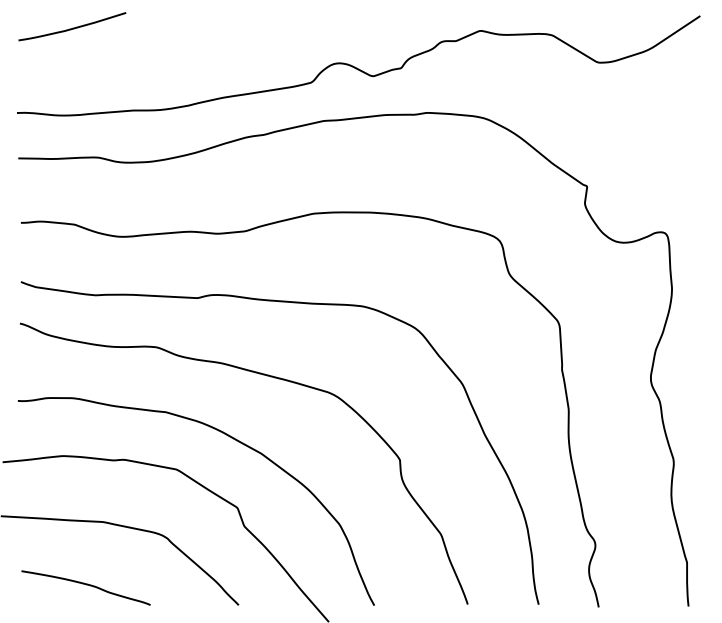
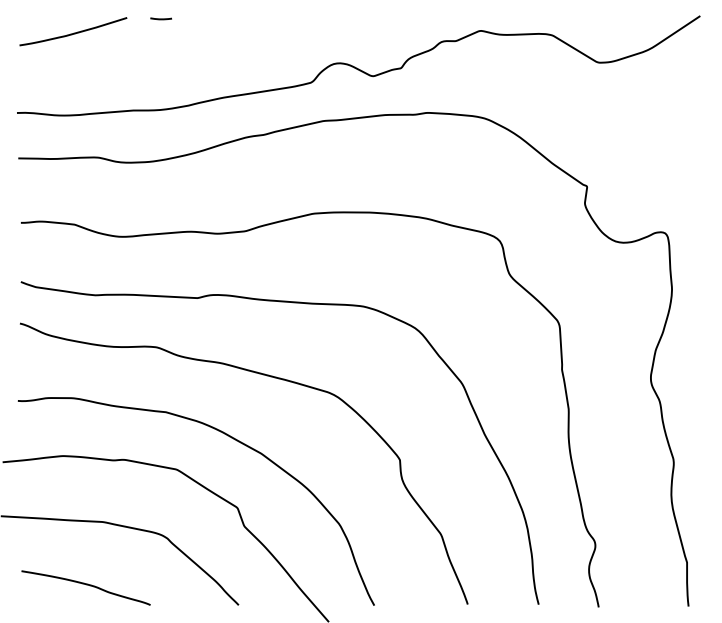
line at (160, 18): none -> present
curve at (72, 27) position: (72, 27) -> (73, 32)
